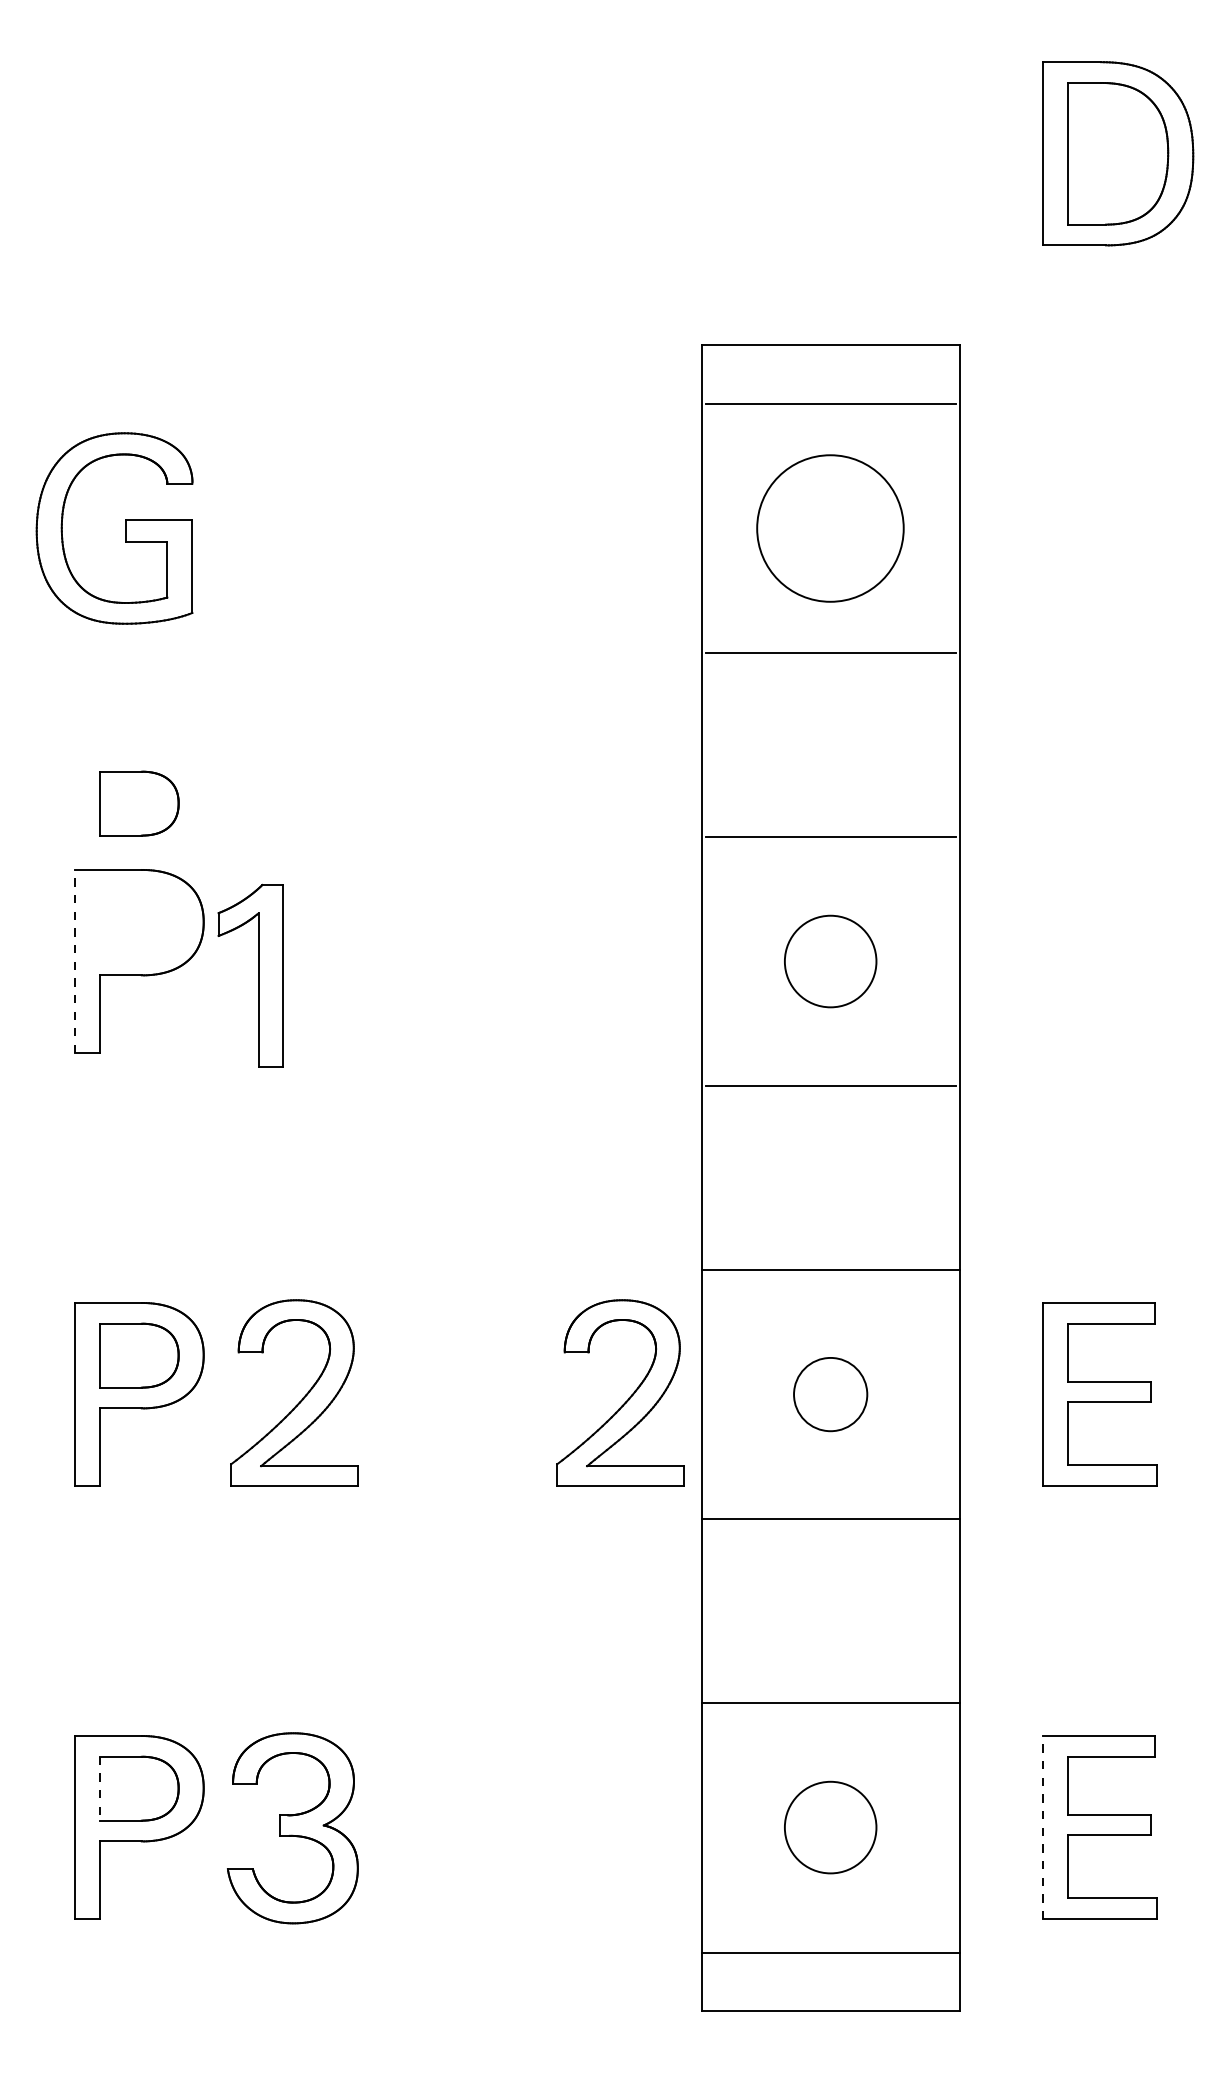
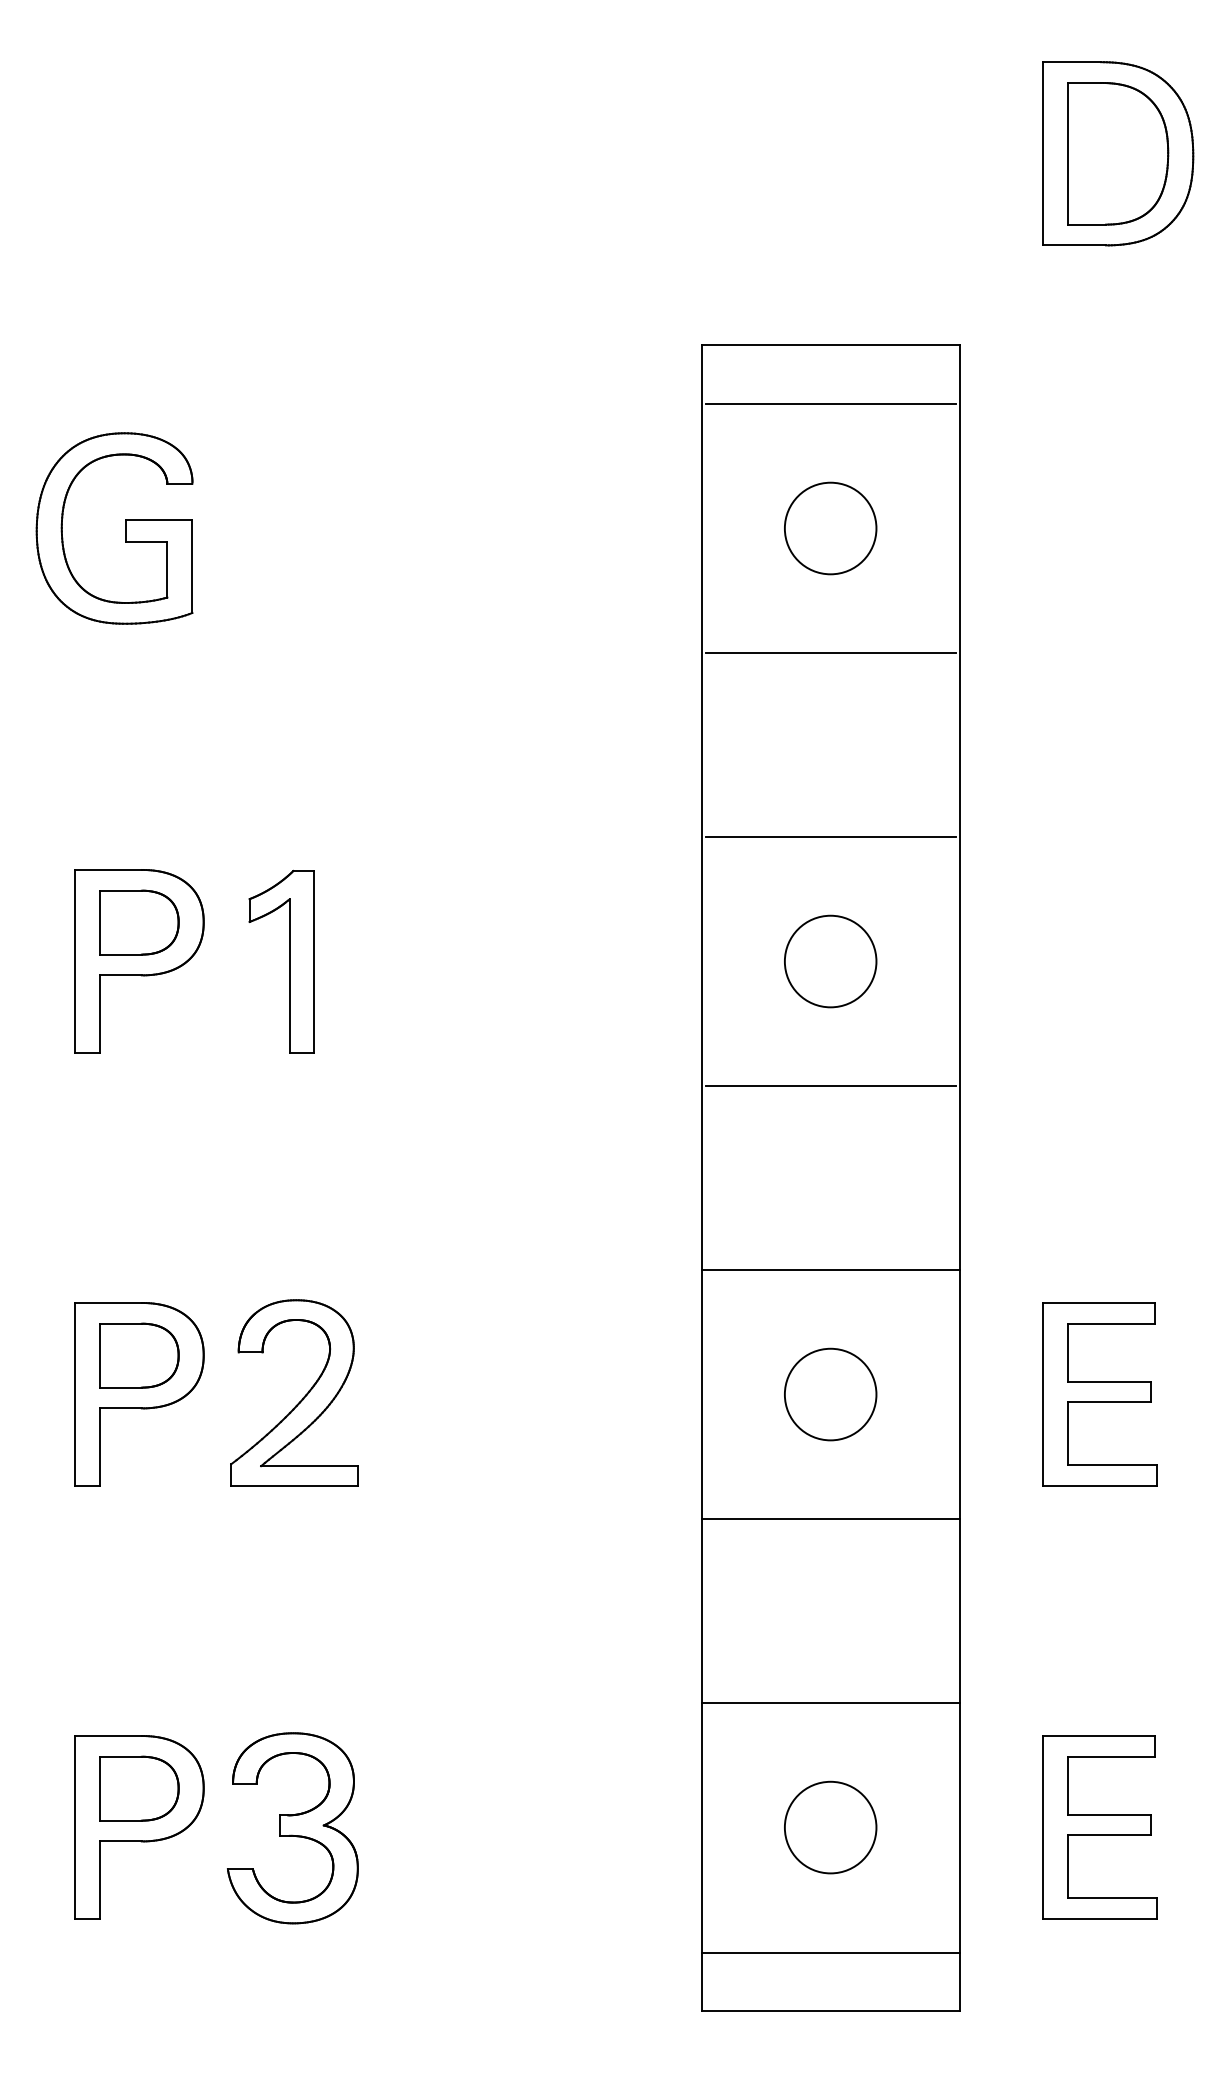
circle at (830, 528) size: 149x149 px -> 94x95 px
part at (139, 803) position: (139, 803) -> (139, 922)
line at (75, 961): dashed -> solid
part at (258, 975) position: (258, 975) -> (289, 961)
circle at (830, 1394) diameter: 73 px -> 92 px
part at (628, 1397): present -> none
line at (100, 1788): dashed -> solid
line at (1043, 1827): dashed -> solid
